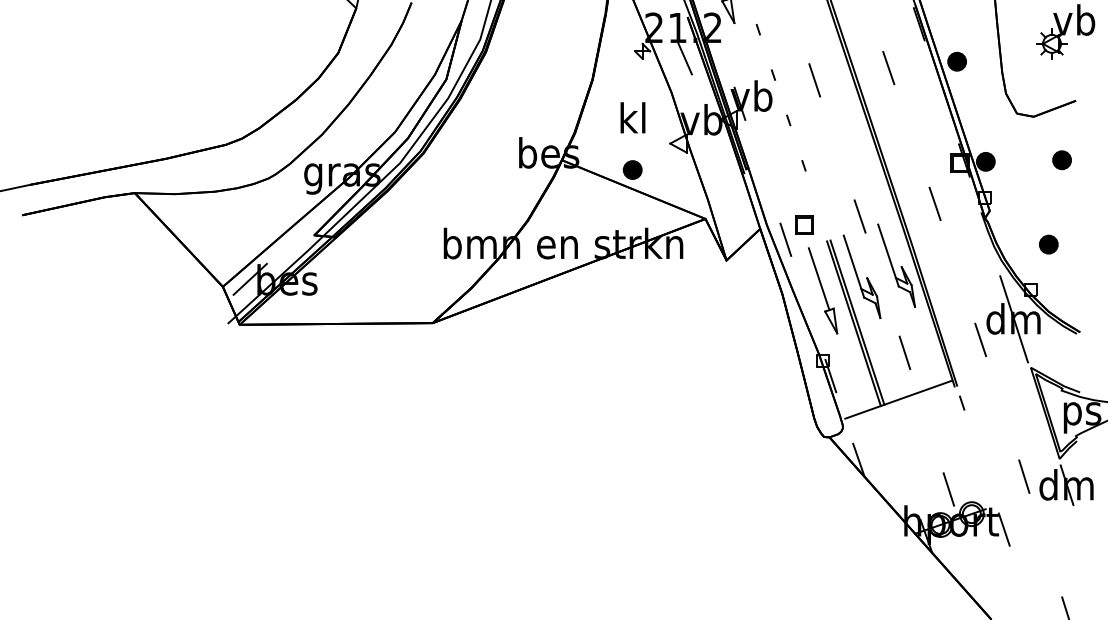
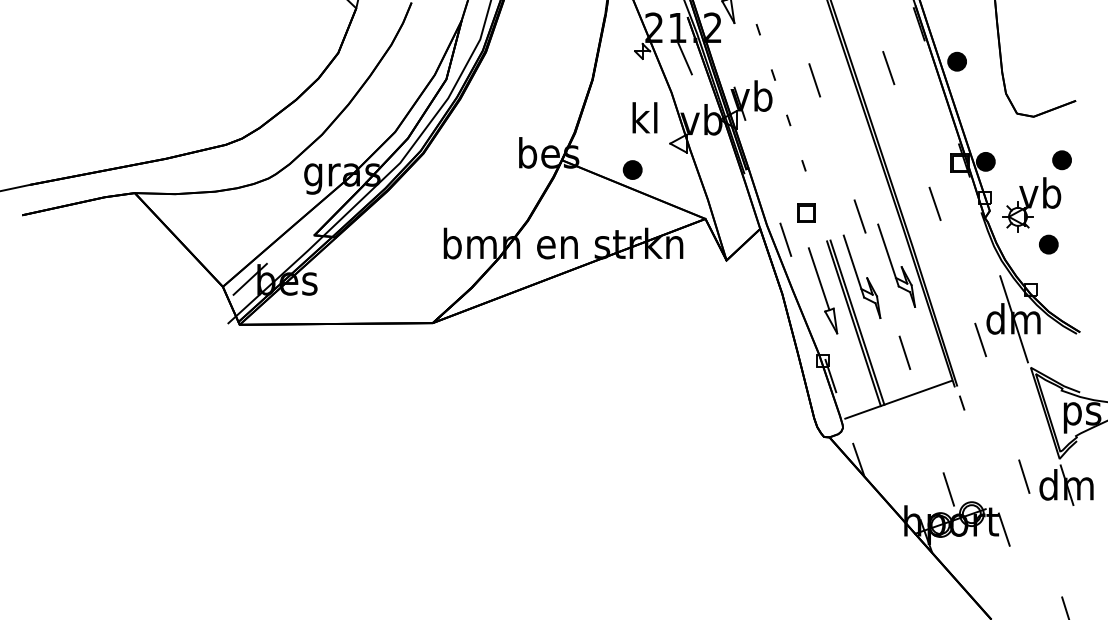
part at (1065, 31) position: (1065, 31) -> (1031, 204)
text at (632, 117) position: (632, 117) -> (644, 117)
part at (804, 224) position: (804, 224) -> (806, 212)
